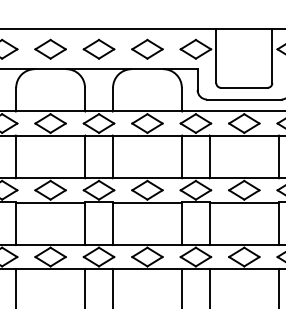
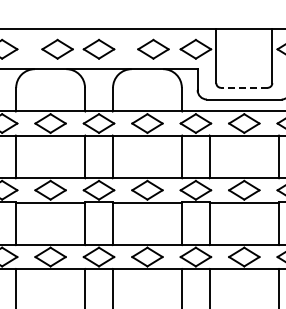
part at (50, 48) position: (50, 48) -> (57, 48)
part at (147, 48) position: (147, 48) -> (153, 48)
line at (243, 87): solid -> dashed
